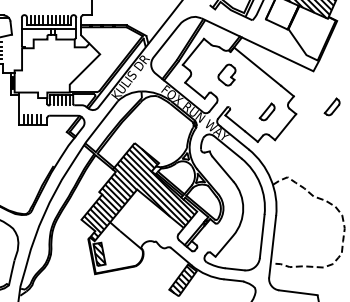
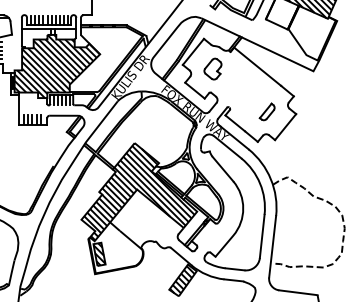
hatch at (56, 66): none -> present
part at (226, 74) position: (226, 74) -> (212, 68)
part at (331, 106): present -> none
